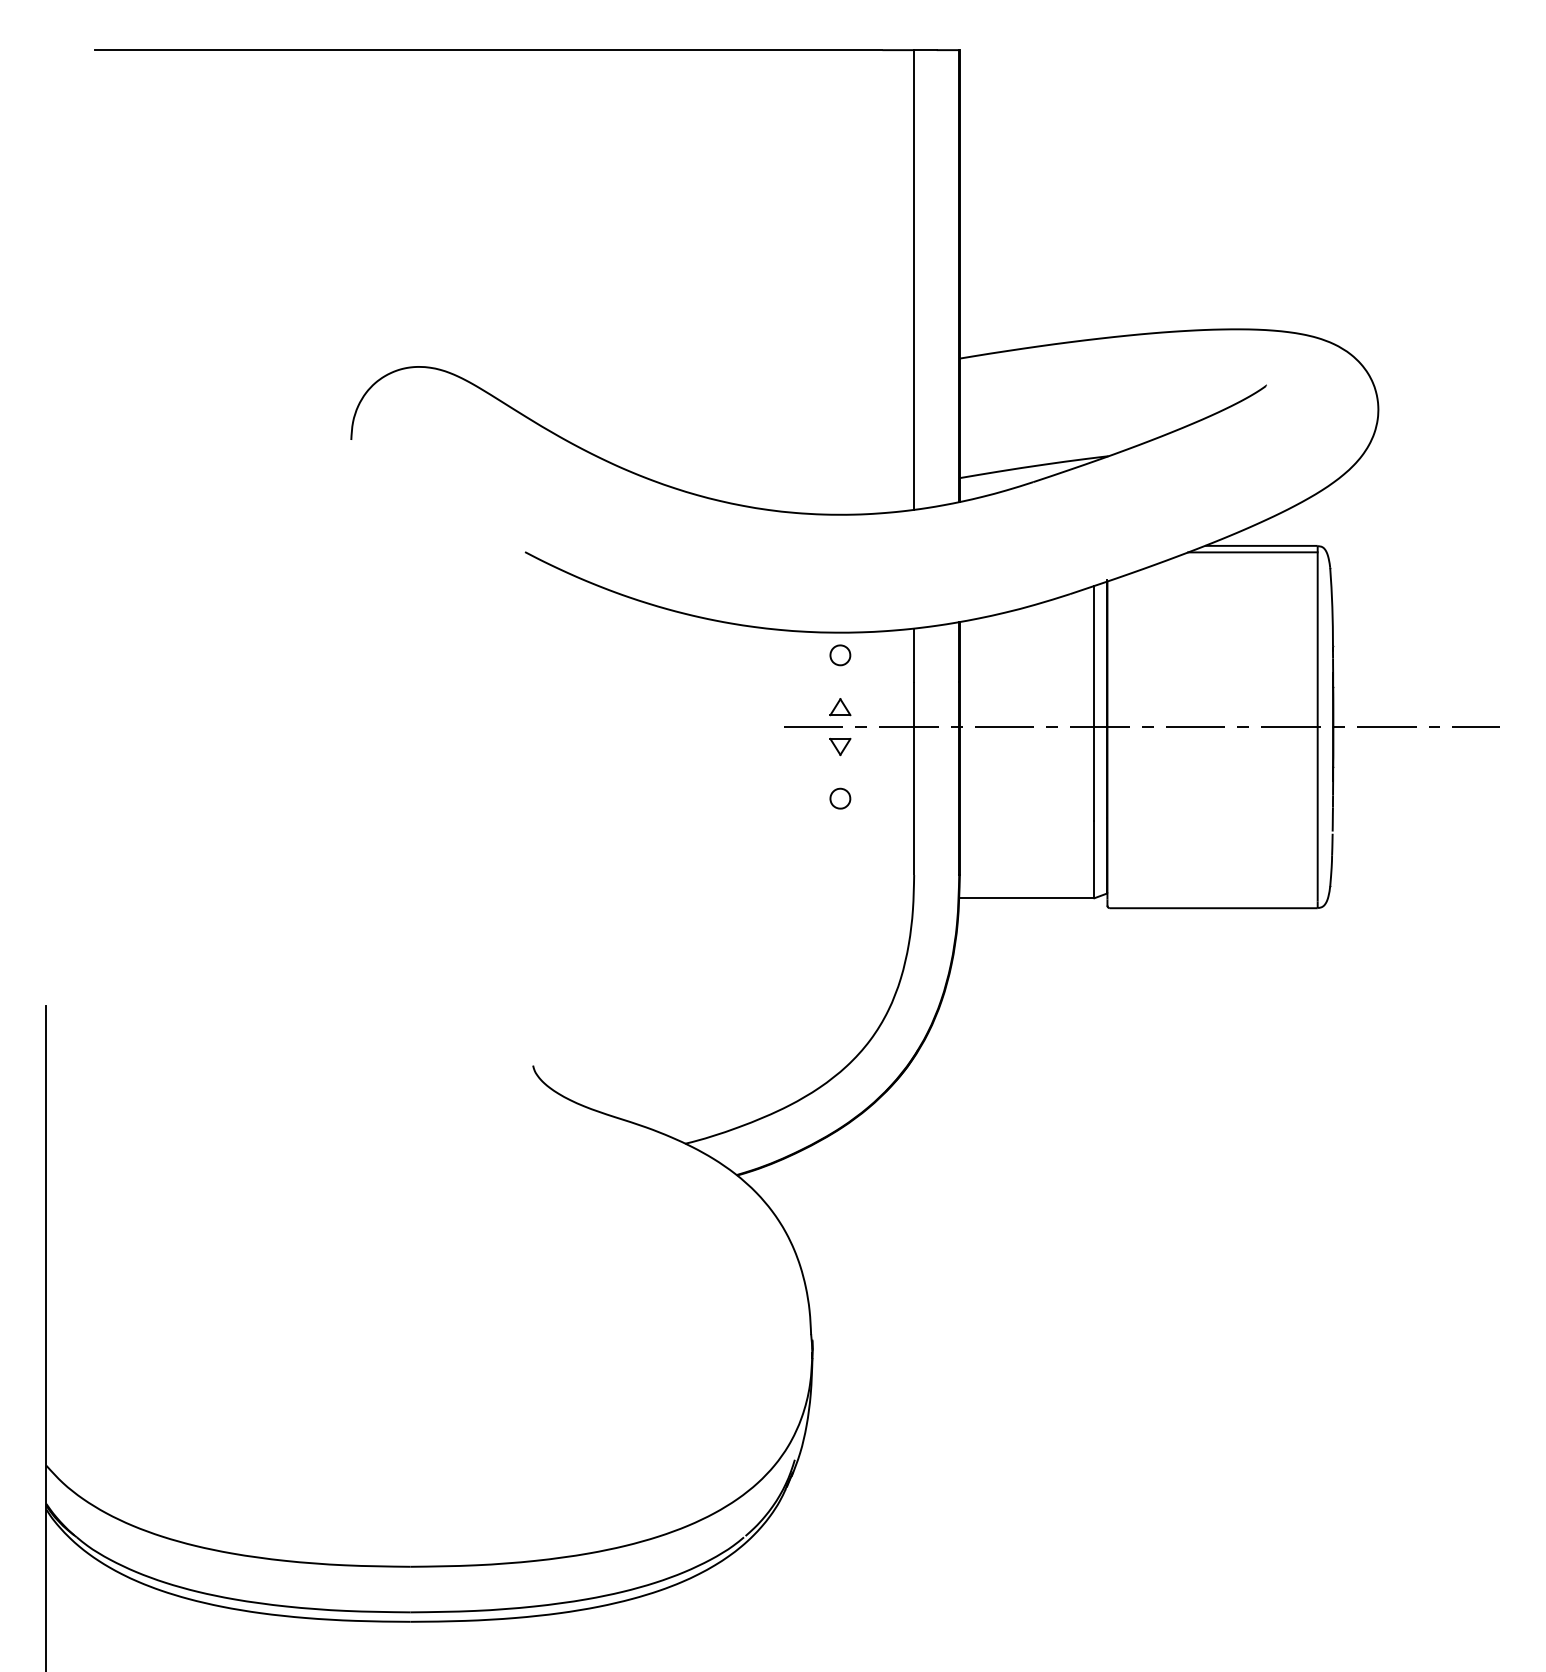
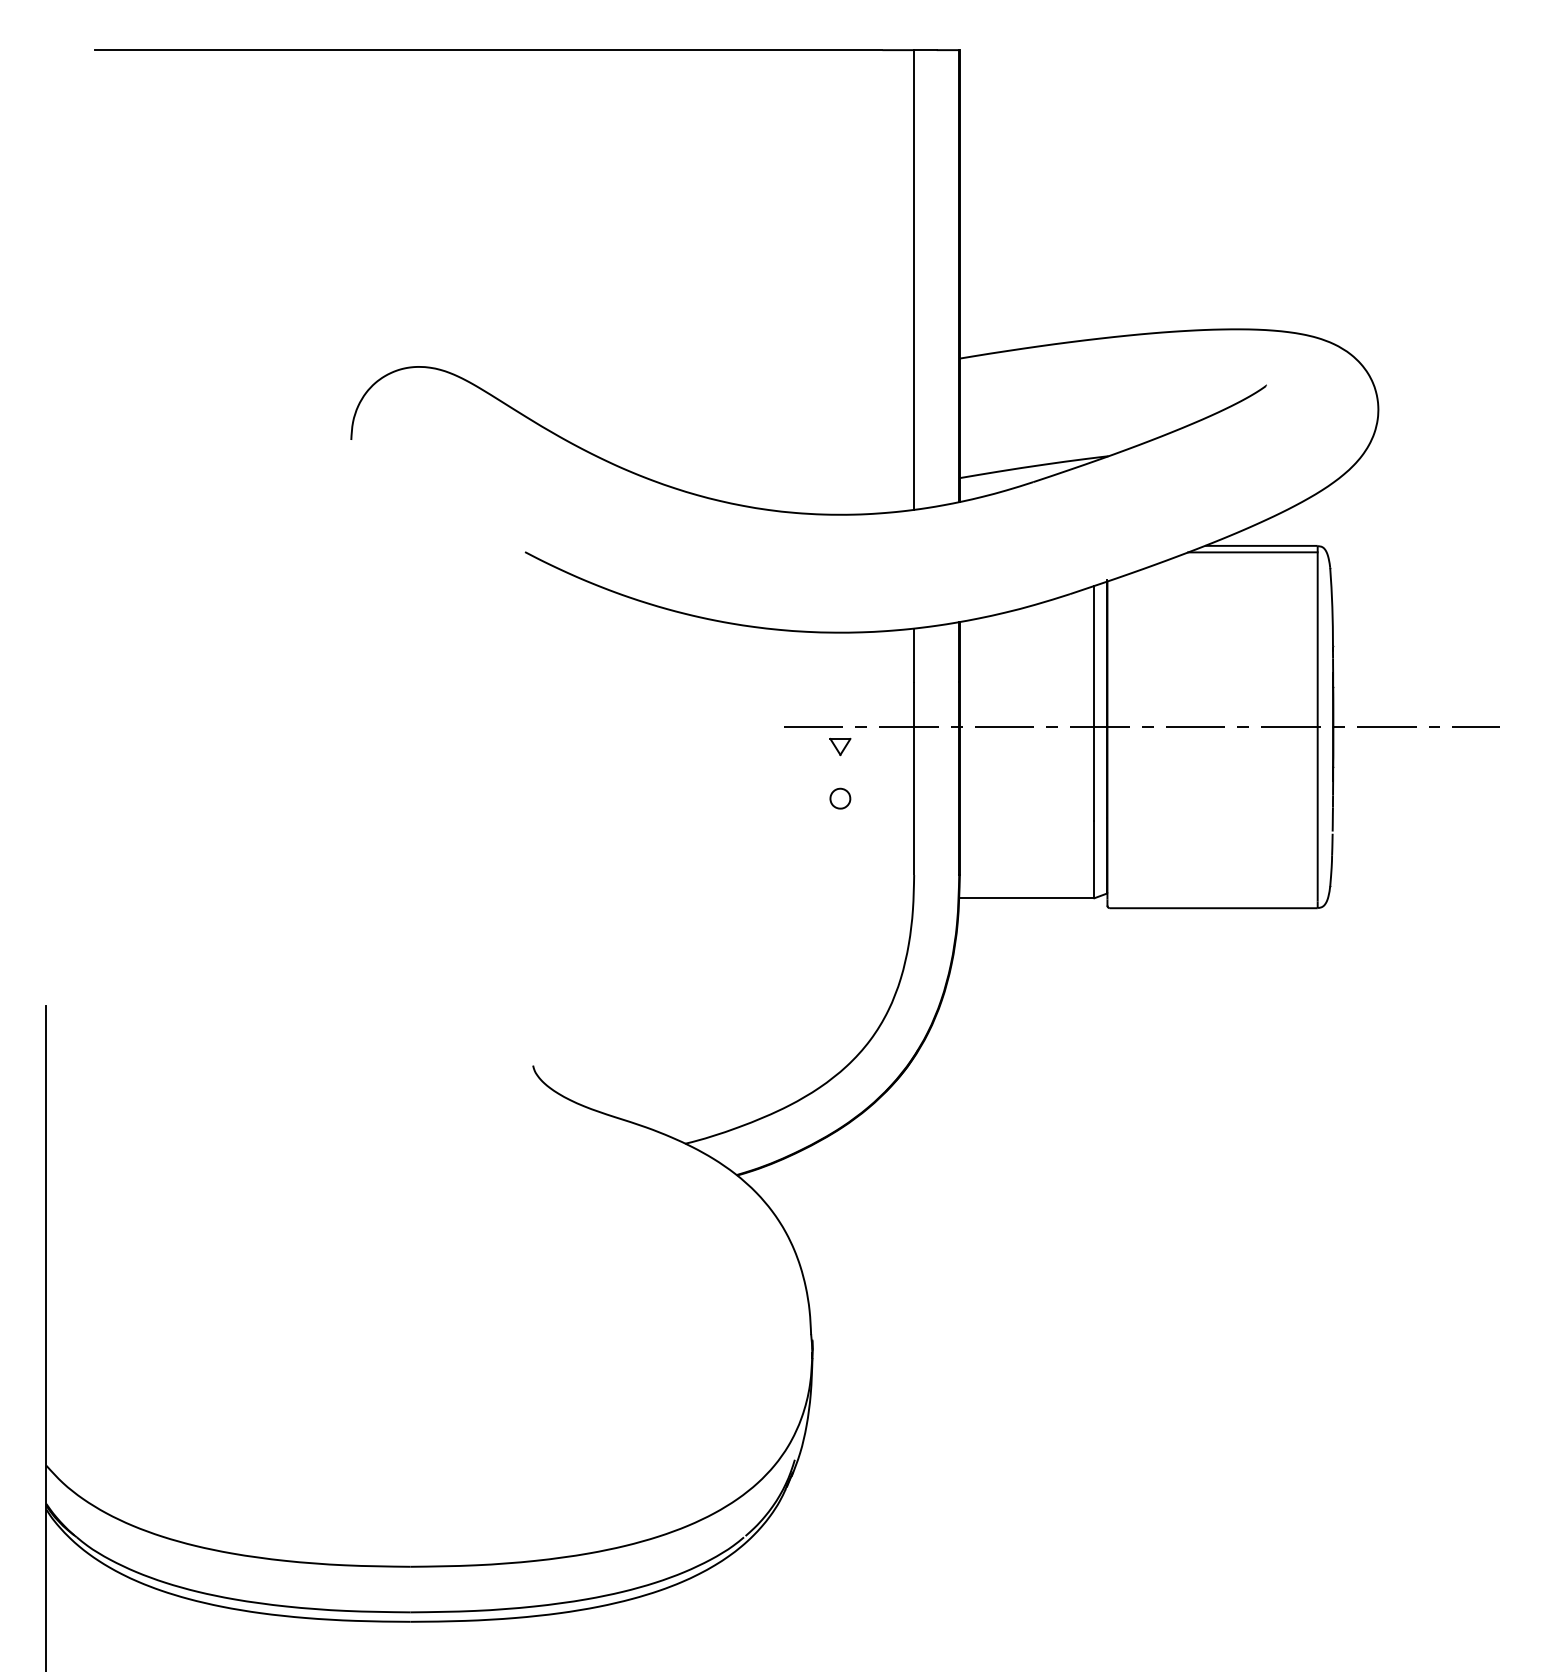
part at (840, 655): present -> none
part at (840, 707): present -> none
